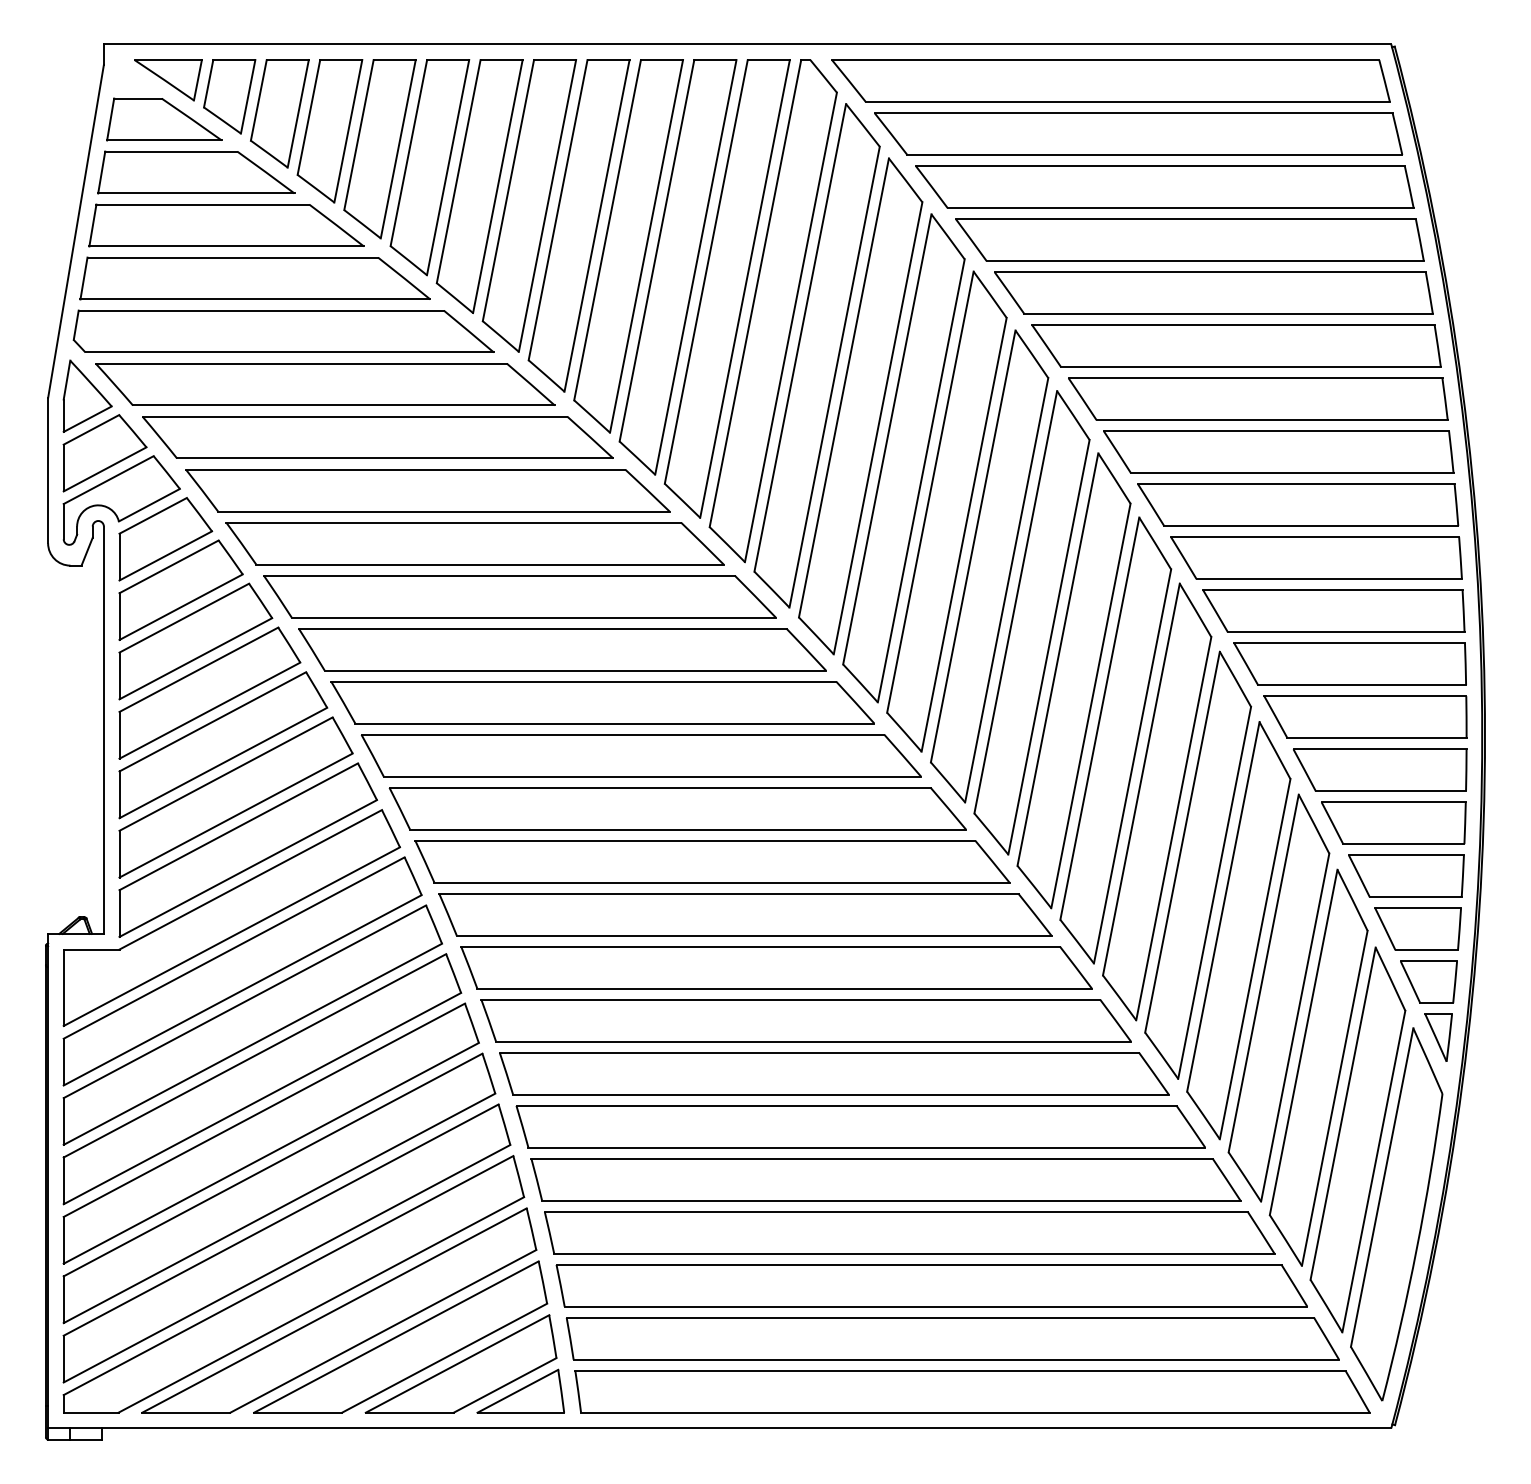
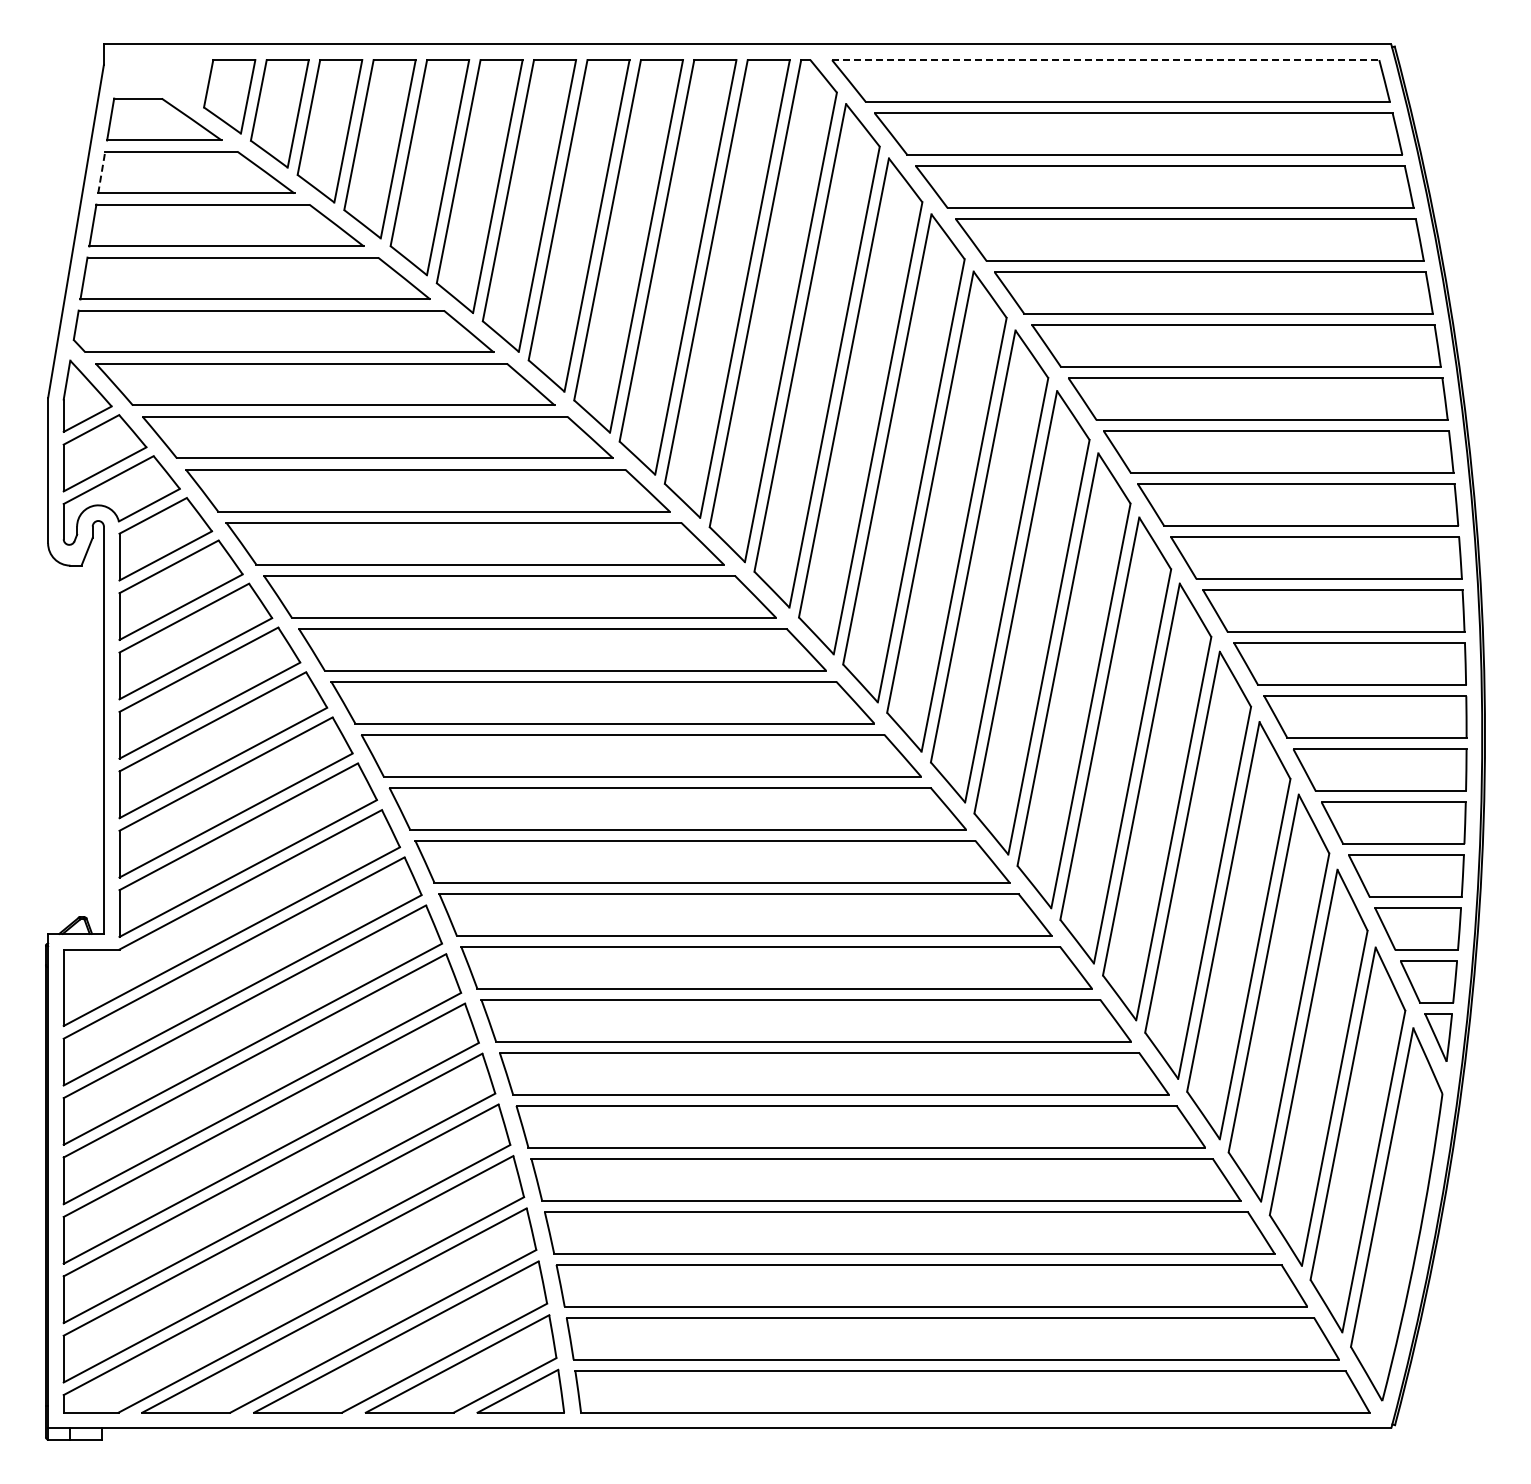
line at (1105, 60): solid -> dashed
part at (168, 80): present -> none
line at (101, 172): solid -> dashed
